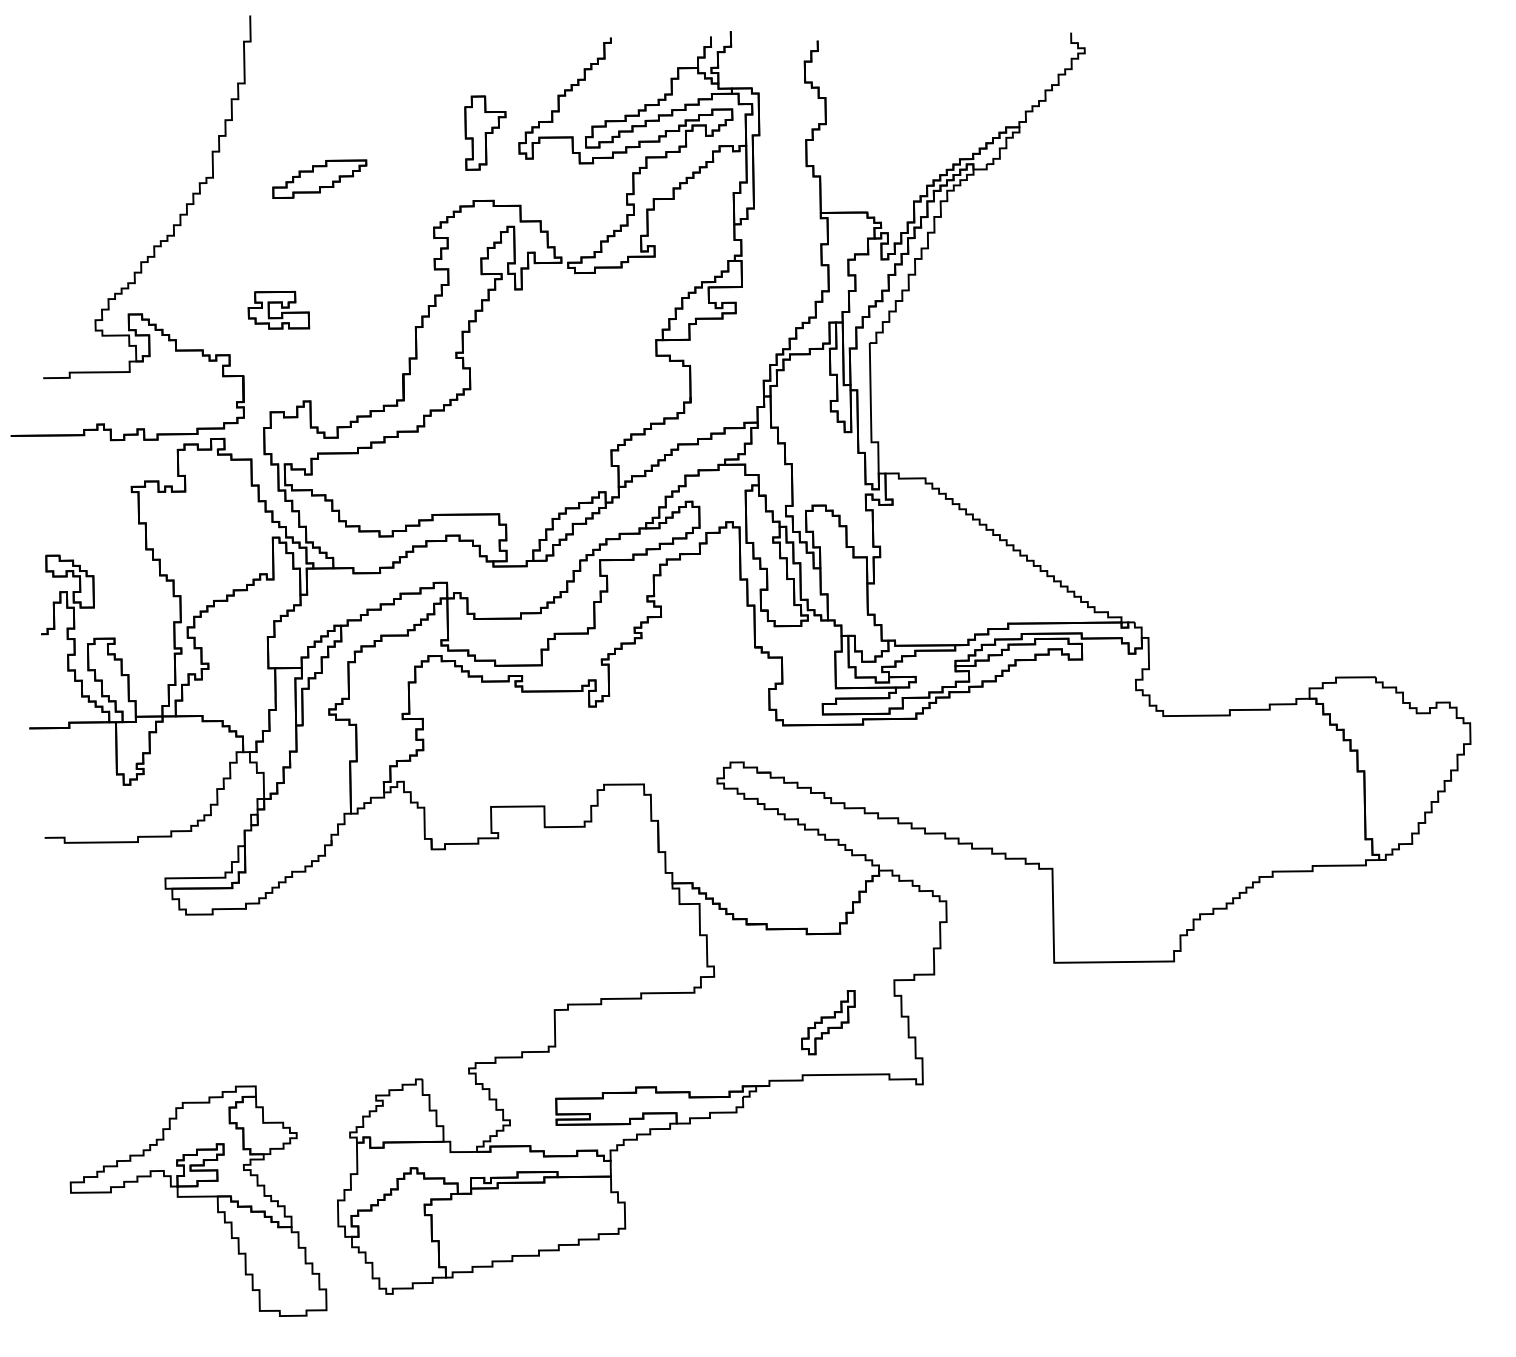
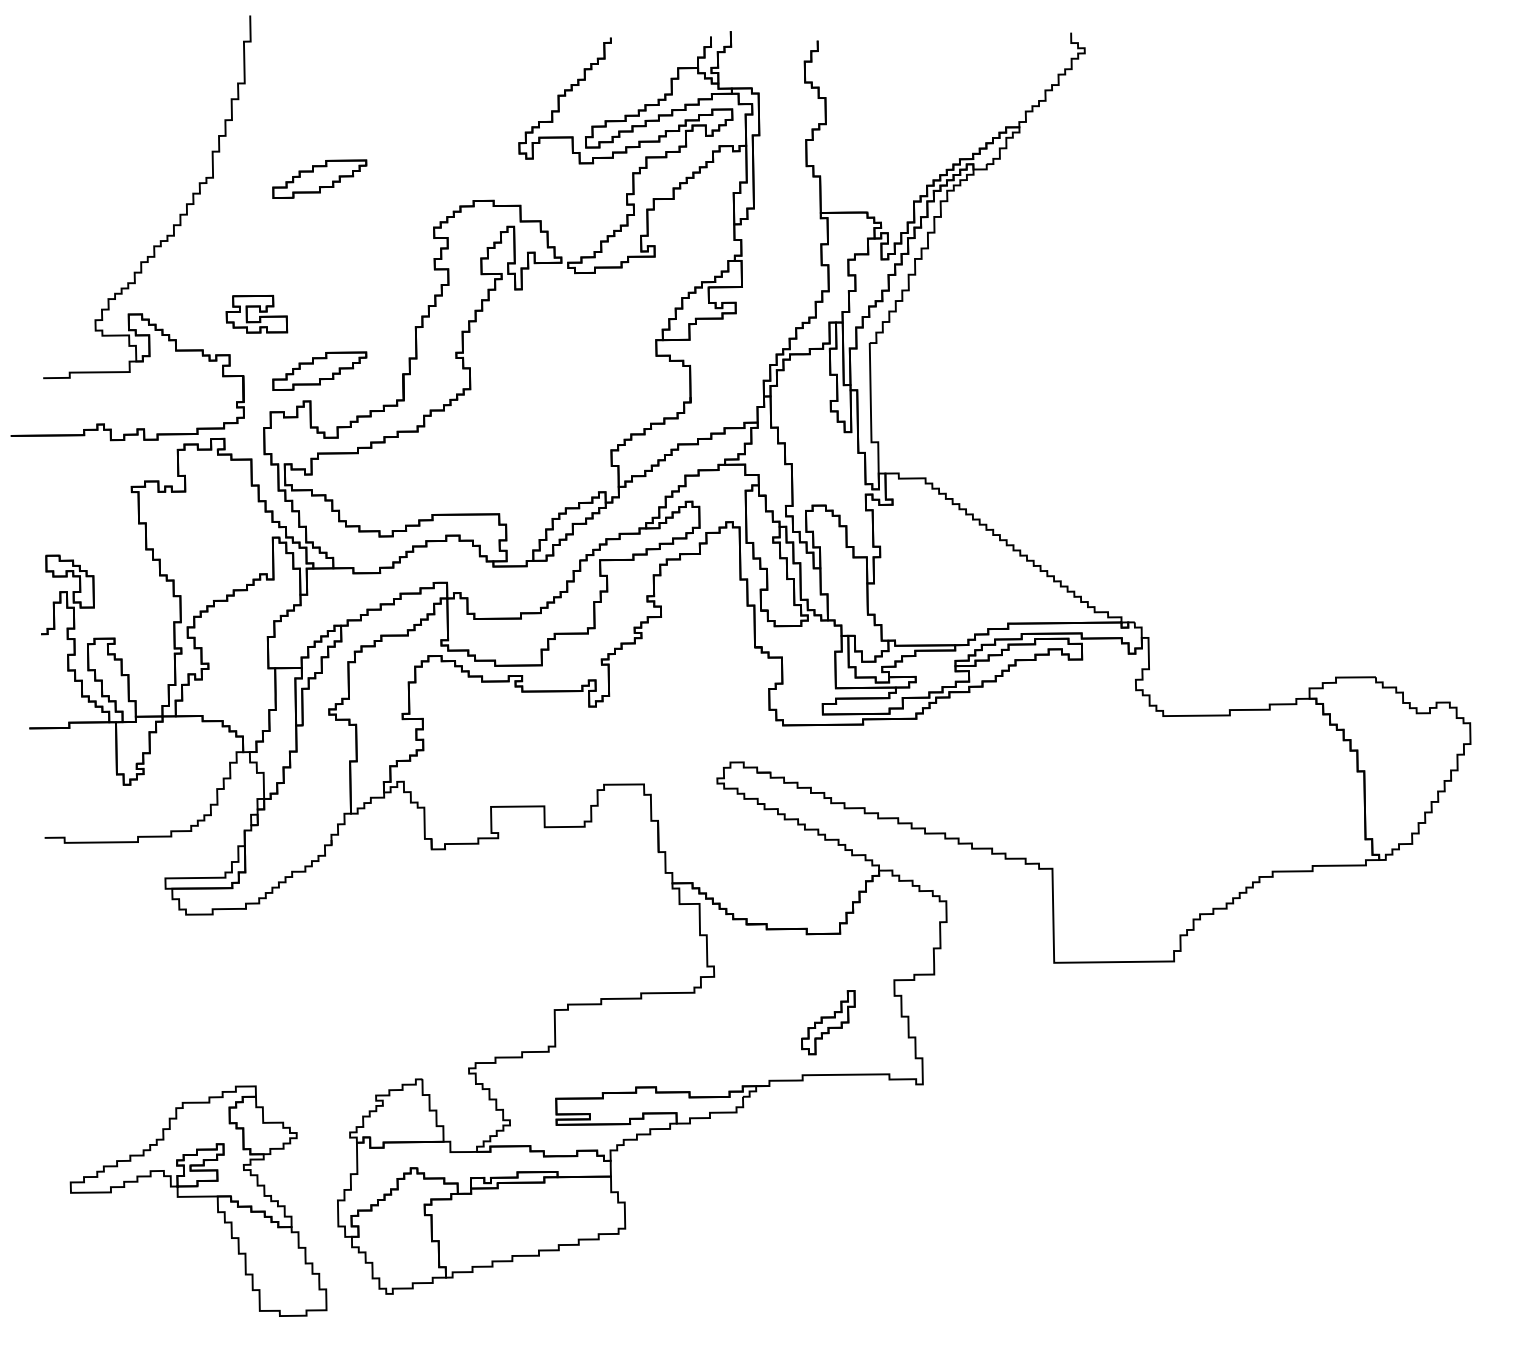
part at (485, 132): present -> none
part at (278, 309) position: (278, 309) -> (256, 313)
part at (319, 370): none -> present
